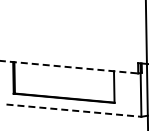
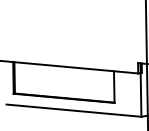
line at (69, 67): dashed -> solid
line at (73, 110): dashed -> solid
